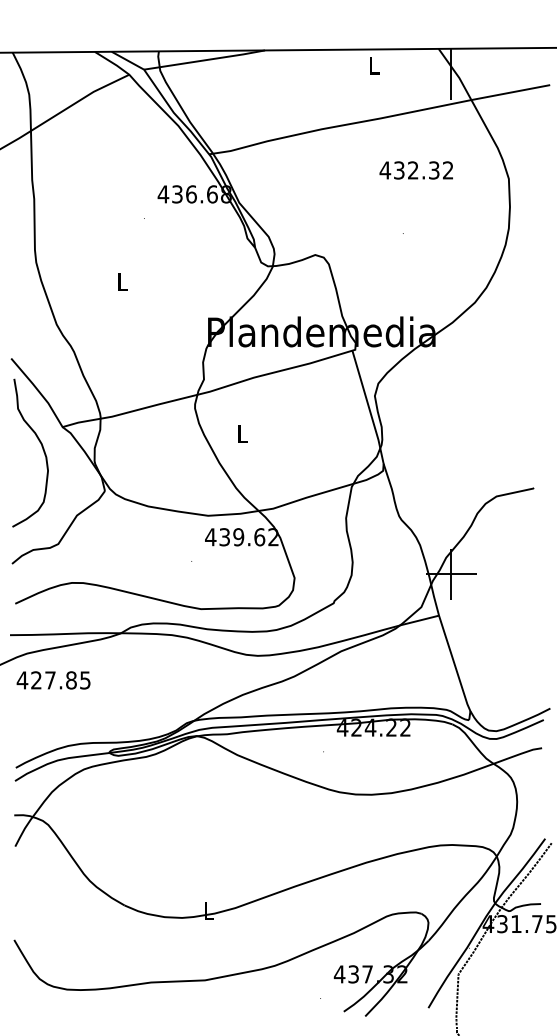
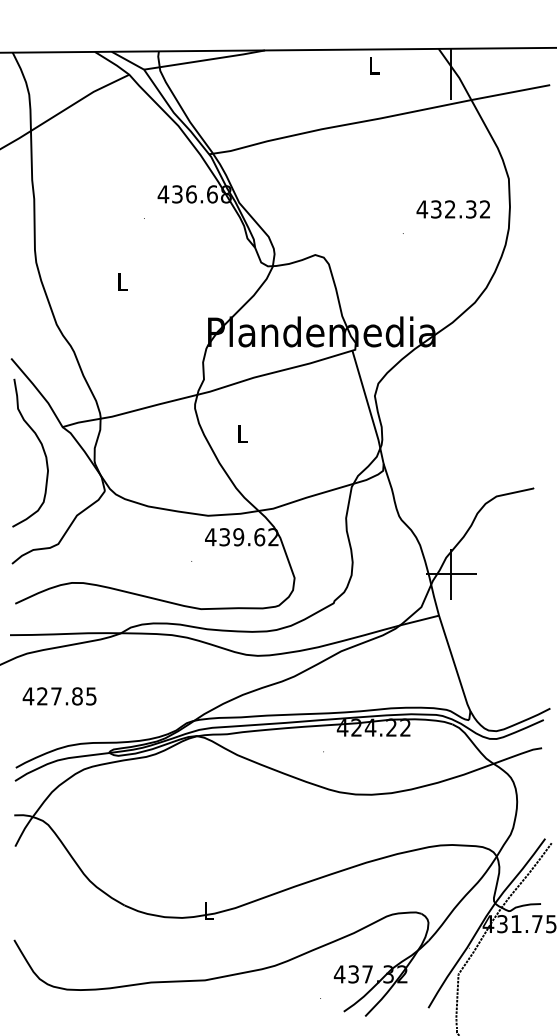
text at (415, 170) position: (415, 170) -> (452, 209)
text at (53, 680) position: (53, 680) -> (59, 696)
